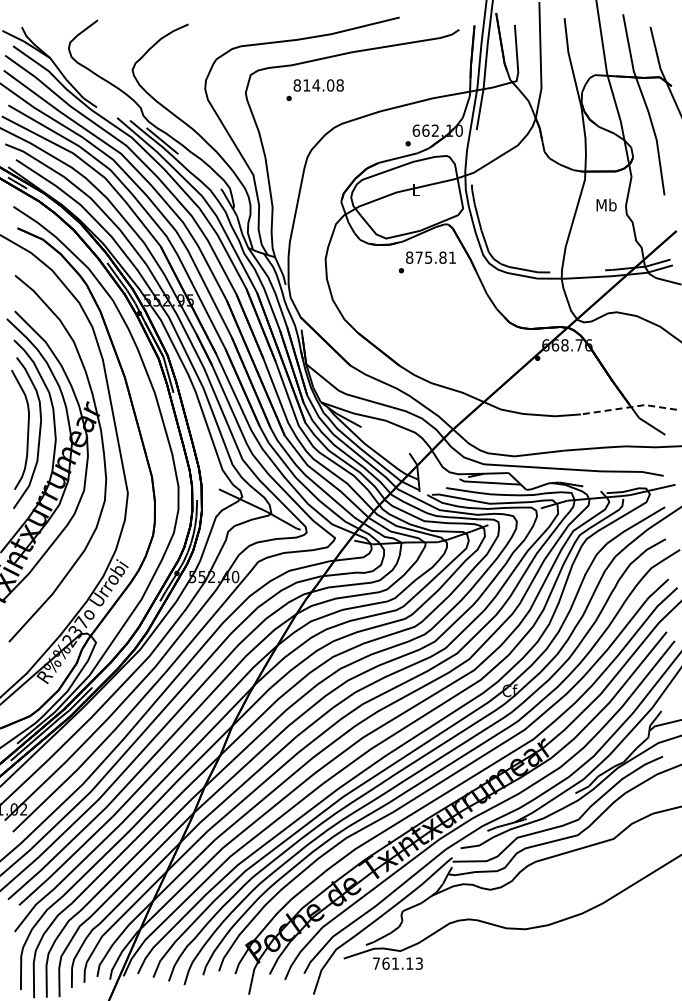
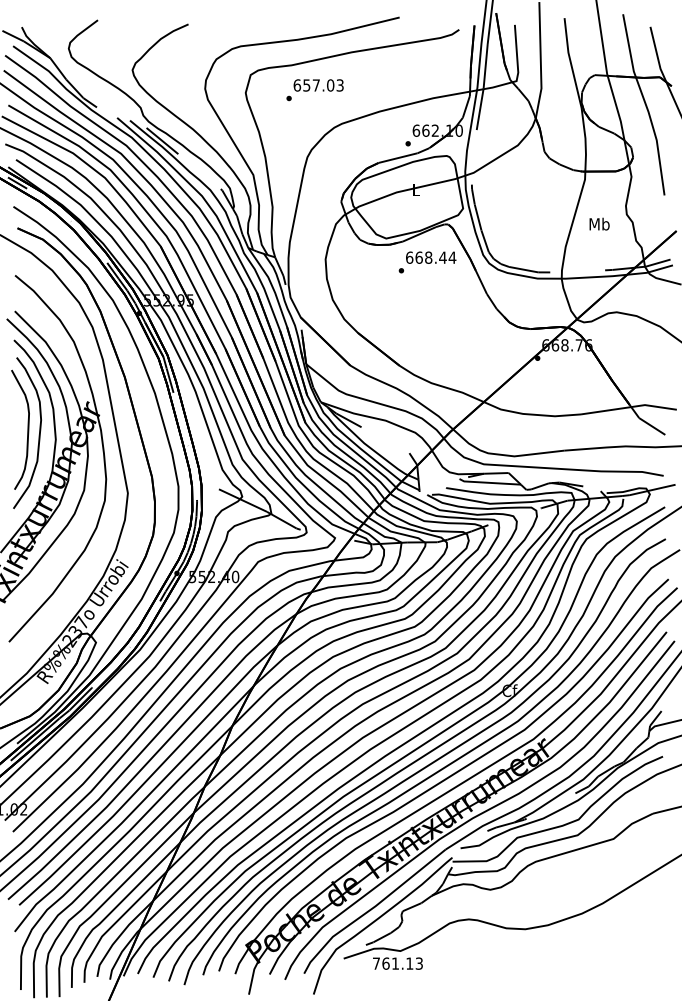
text at (318, 85): 814.08 -> 657.03
text at (606, 204) position: (606, 204) -> (599, 223)
text at (431, 257): 875.81 -> 668.44
line at (629, 407): dashed -> solid
